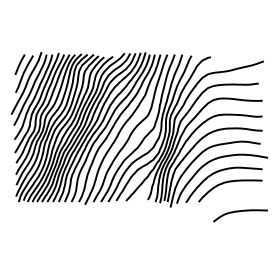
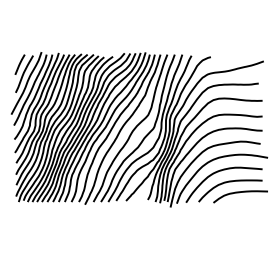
curve at (239, 212) position: (239, 212) -> (239, 193)
